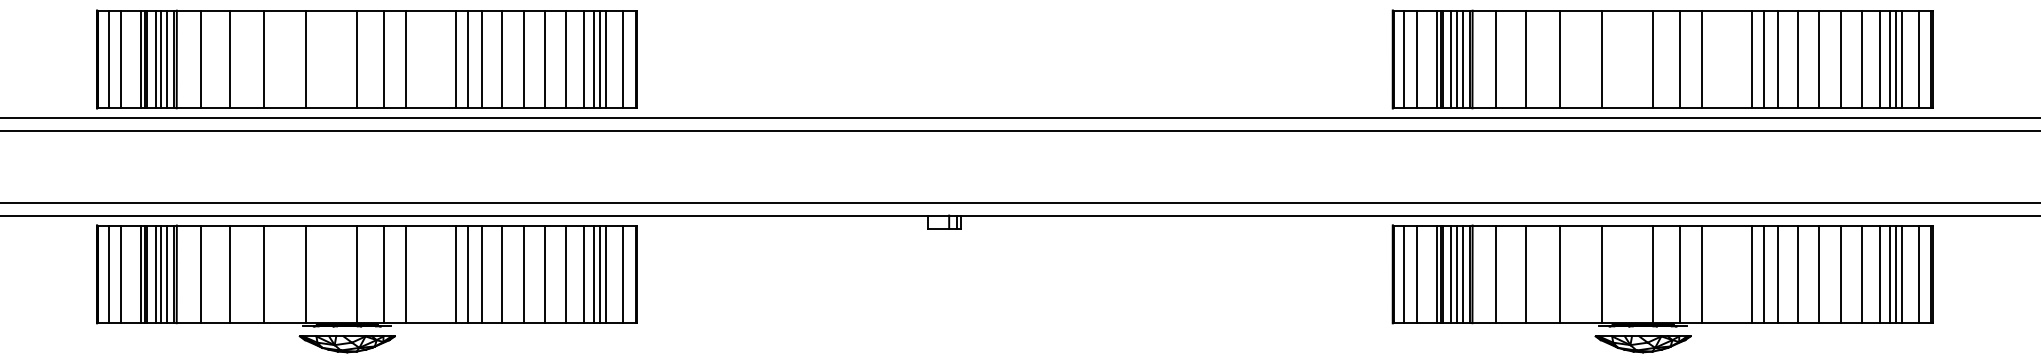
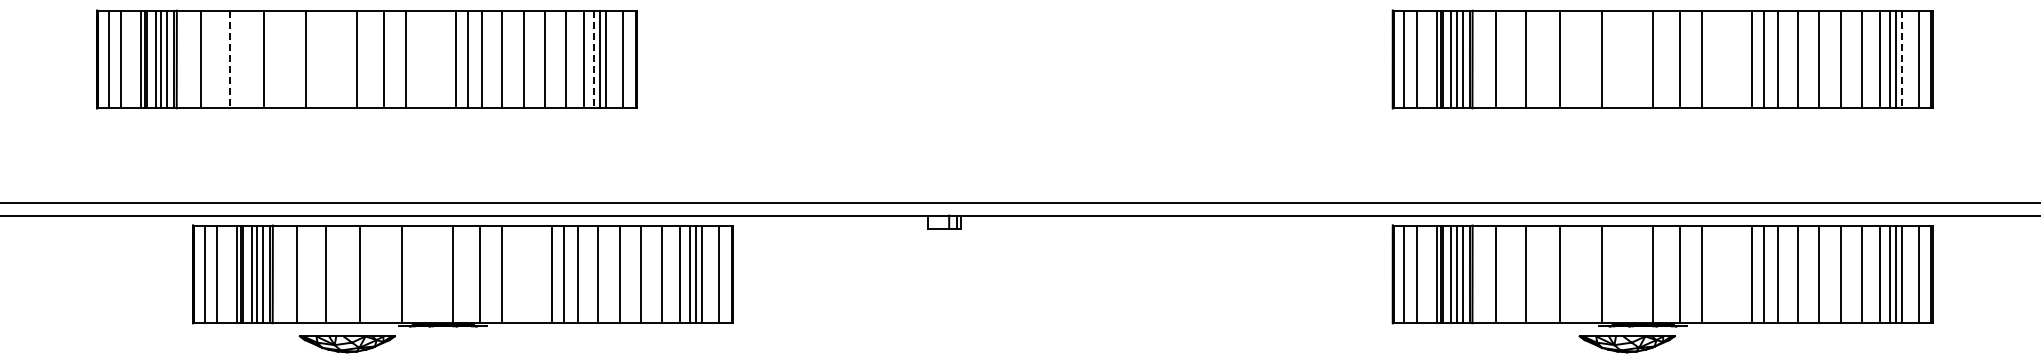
line at (230, 59): solid -> dashed
line at (594, 59): solid -> dashed
line at (1902, 59): solid -> dashed
line at (1019, 117): present -> none
line at (1019, 130): present -> none
part at (366, 275) position: (366, 275) -> (462, 275)
part at (1642, 344) position: (1642, 344) -> (1626, 344)
